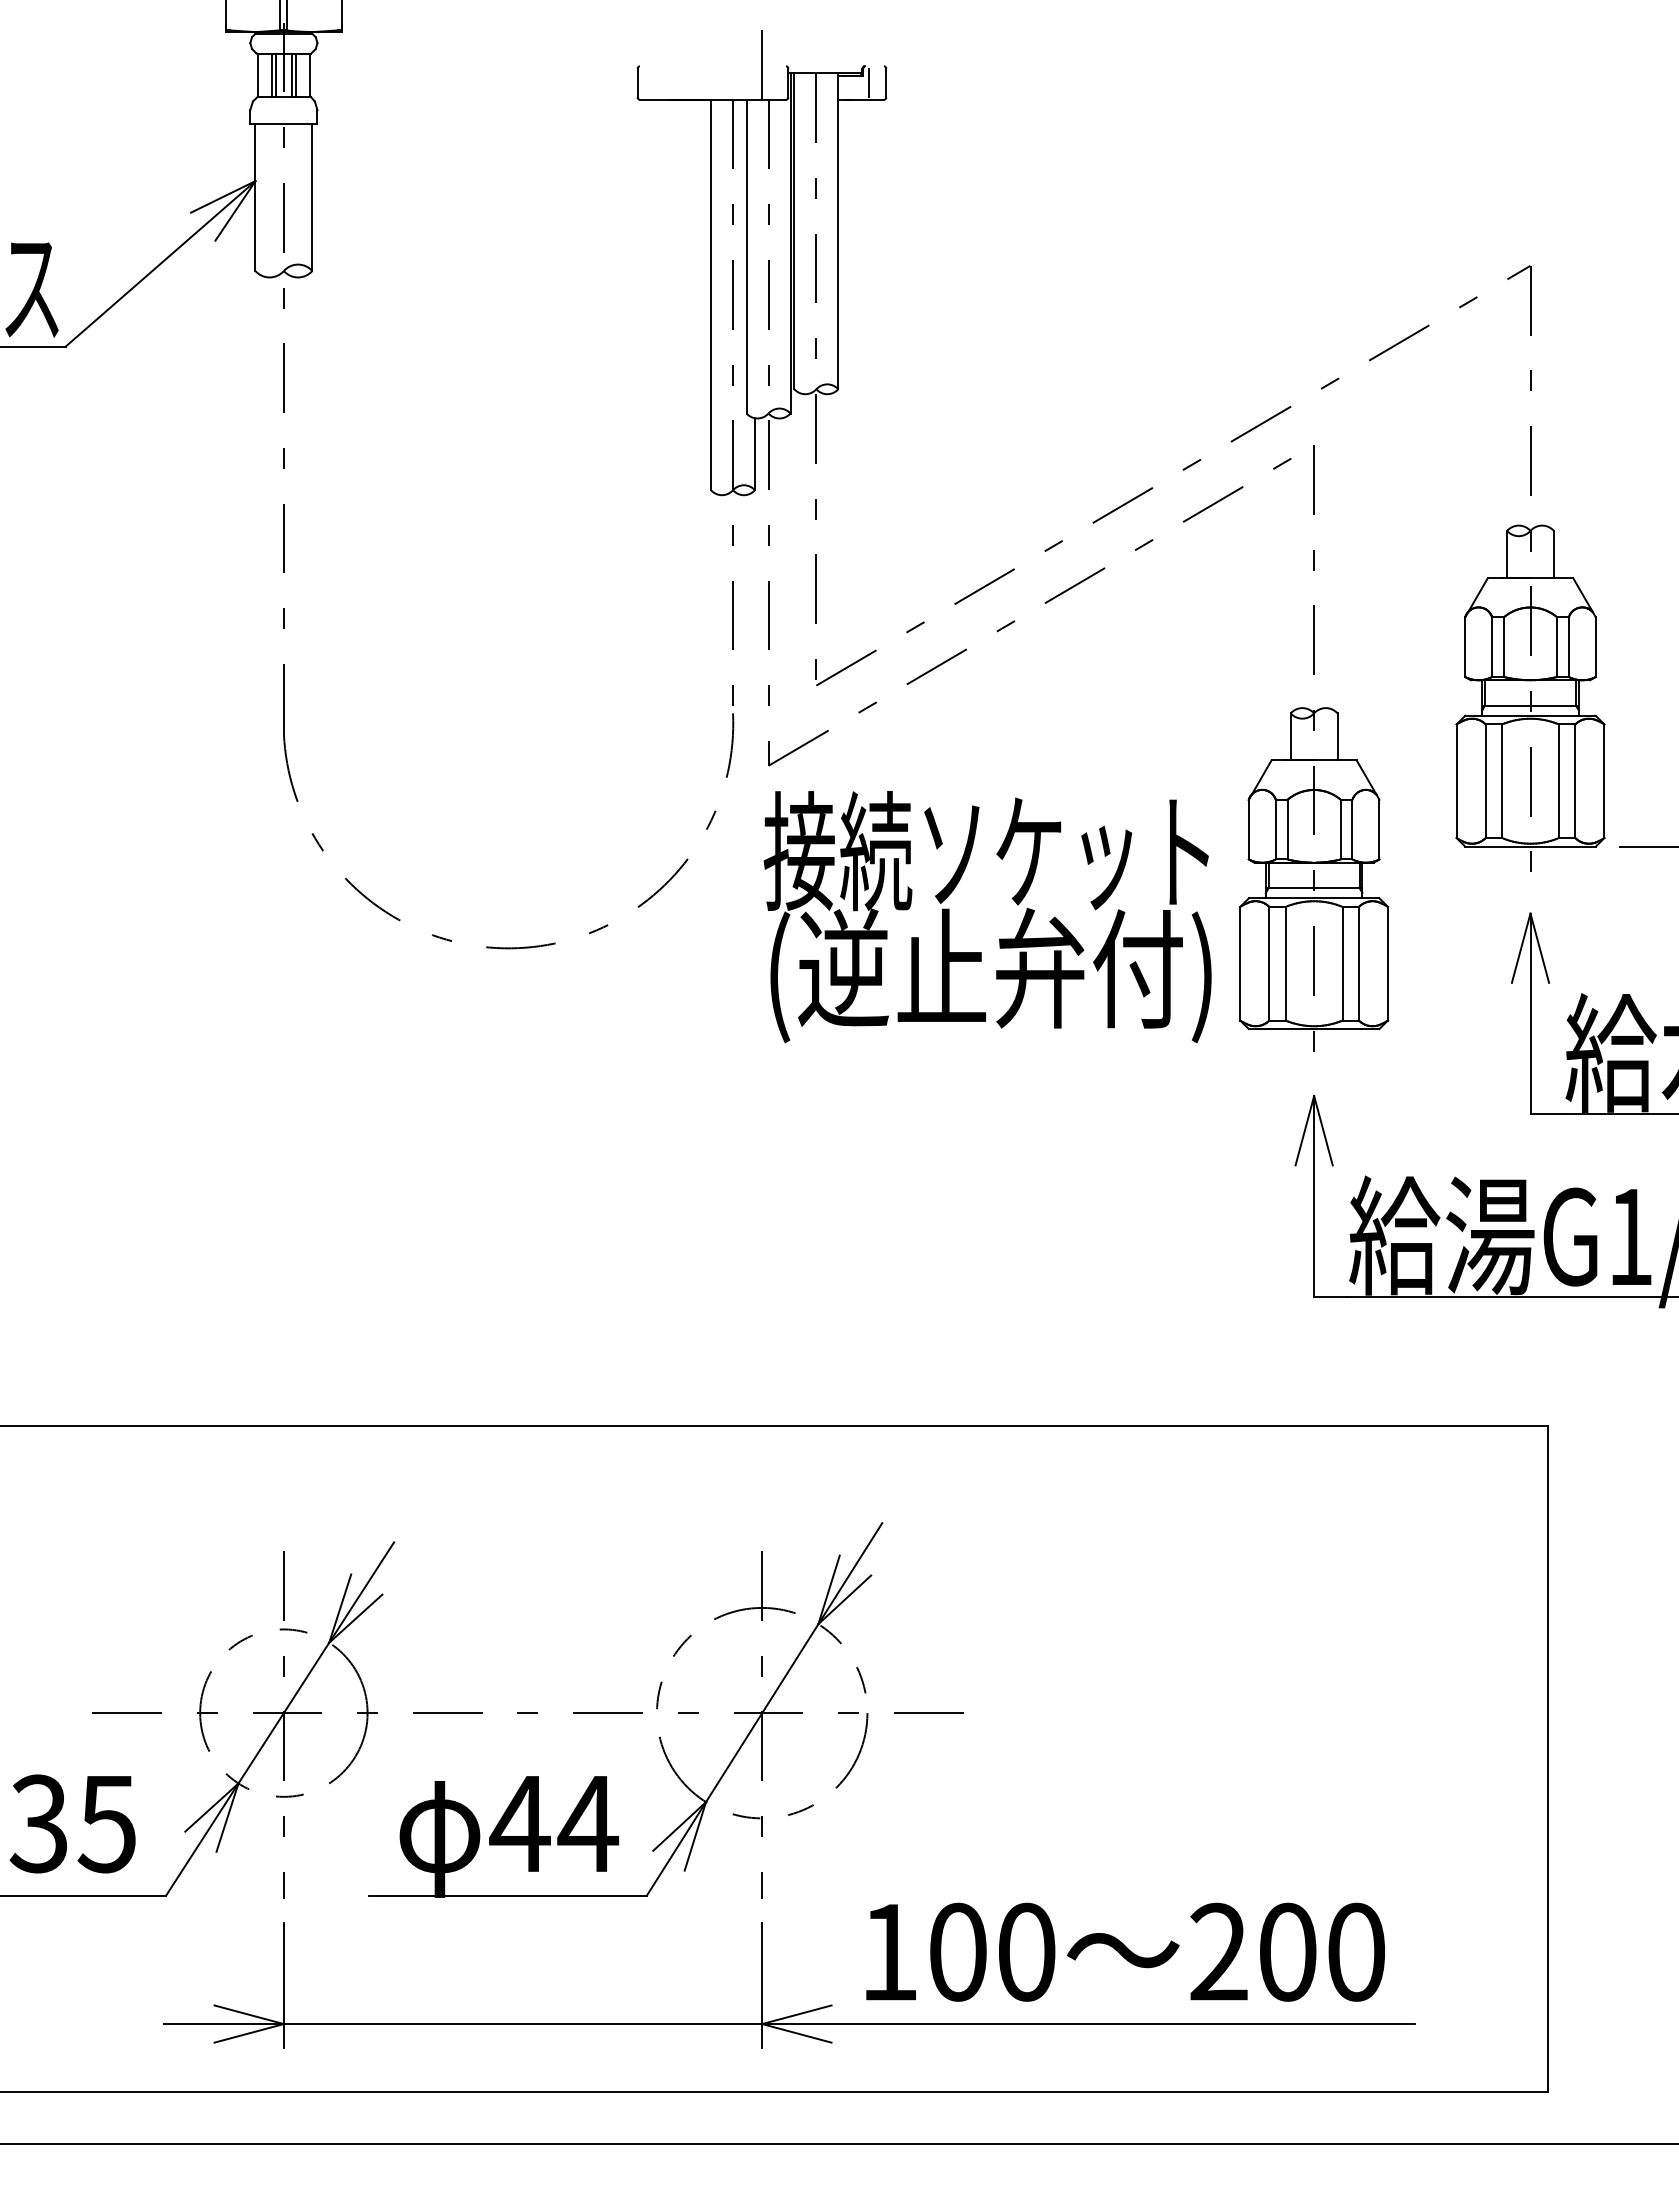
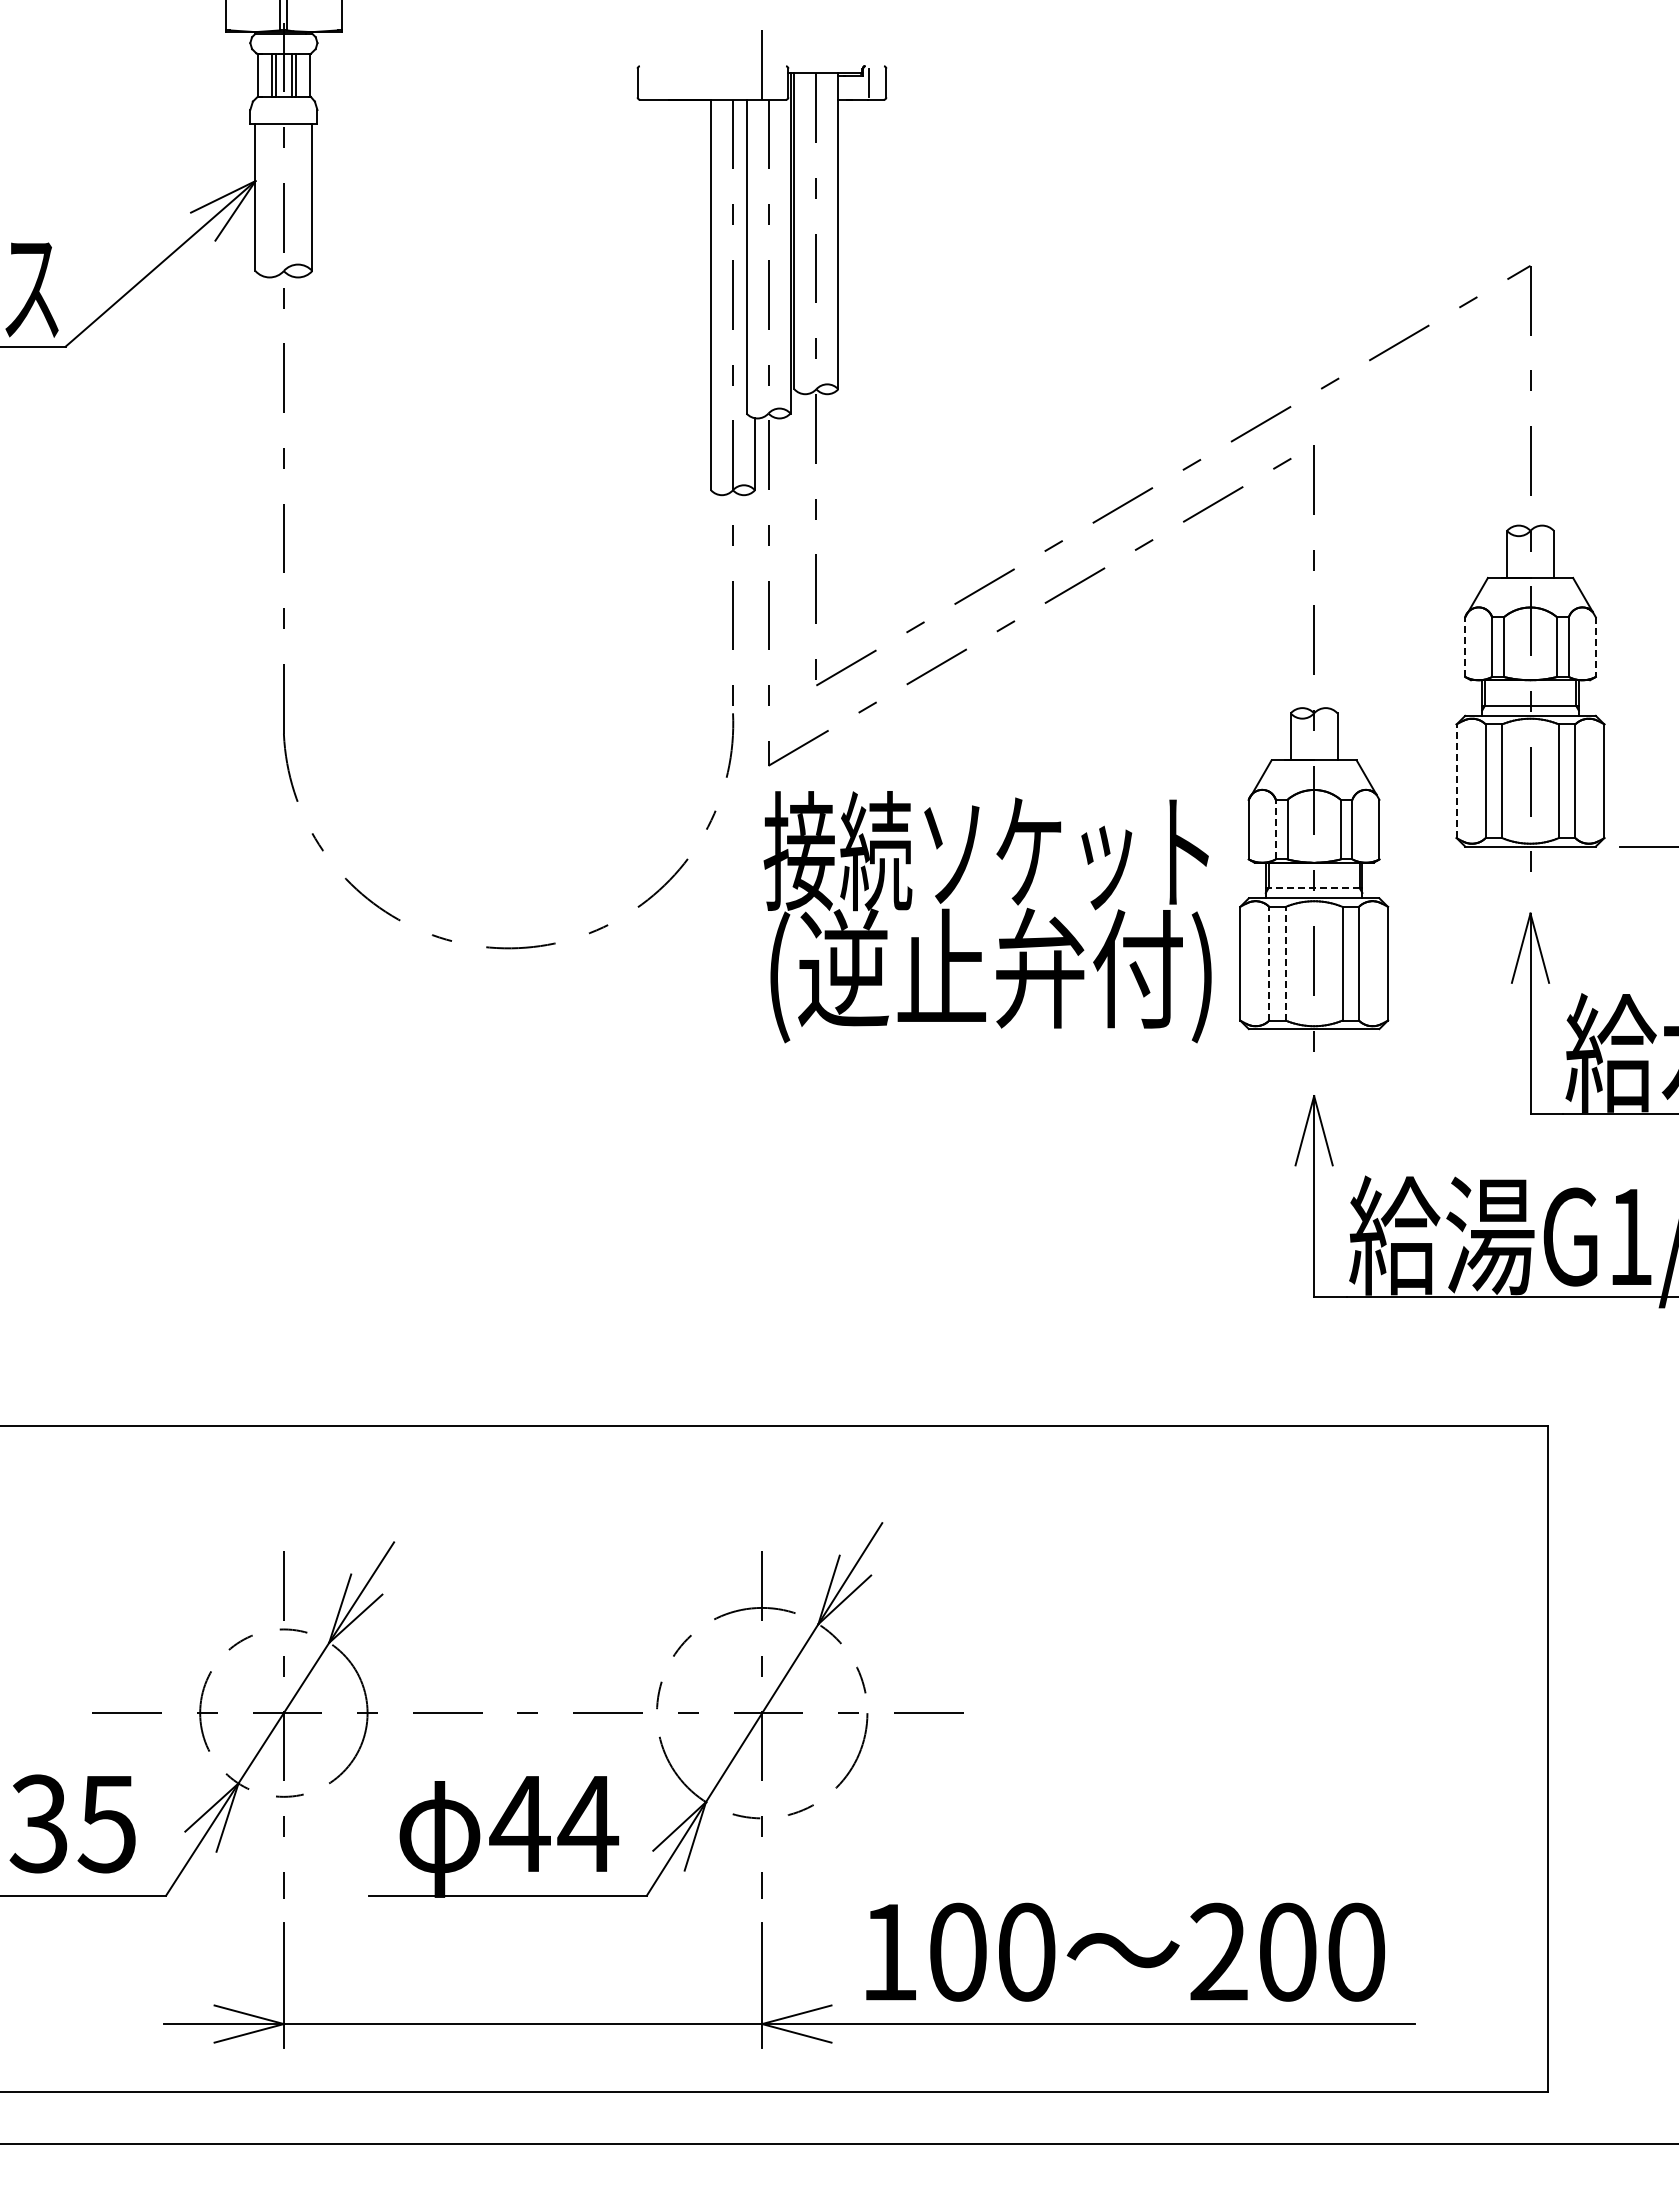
line at (1465, 647): solid -> dashed
line at (1595, 647): solid -> dashed
line at (1456, 781): solid -> dashed
line at (1275, 829): solid -> dashed
line at (1313, 888): solid -> dashed
line at (1269, 963): solid -> dashed
line at (1285, 963): solid -> dashed
